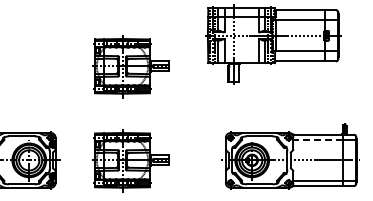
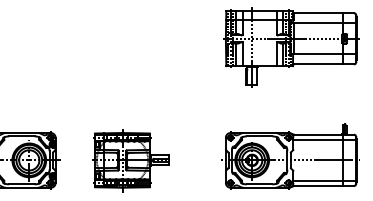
part at (273, 44) position: (273, 44) -> (291, 47)
part at (130, 66): present -> none
line at (318, 139): dashed -> solid
